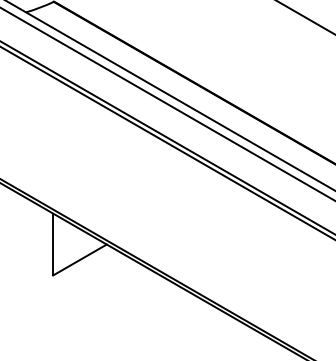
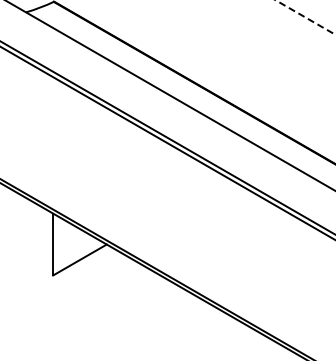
line at (305, 17): solid -> dashed
line at (167, 103): present -> none
